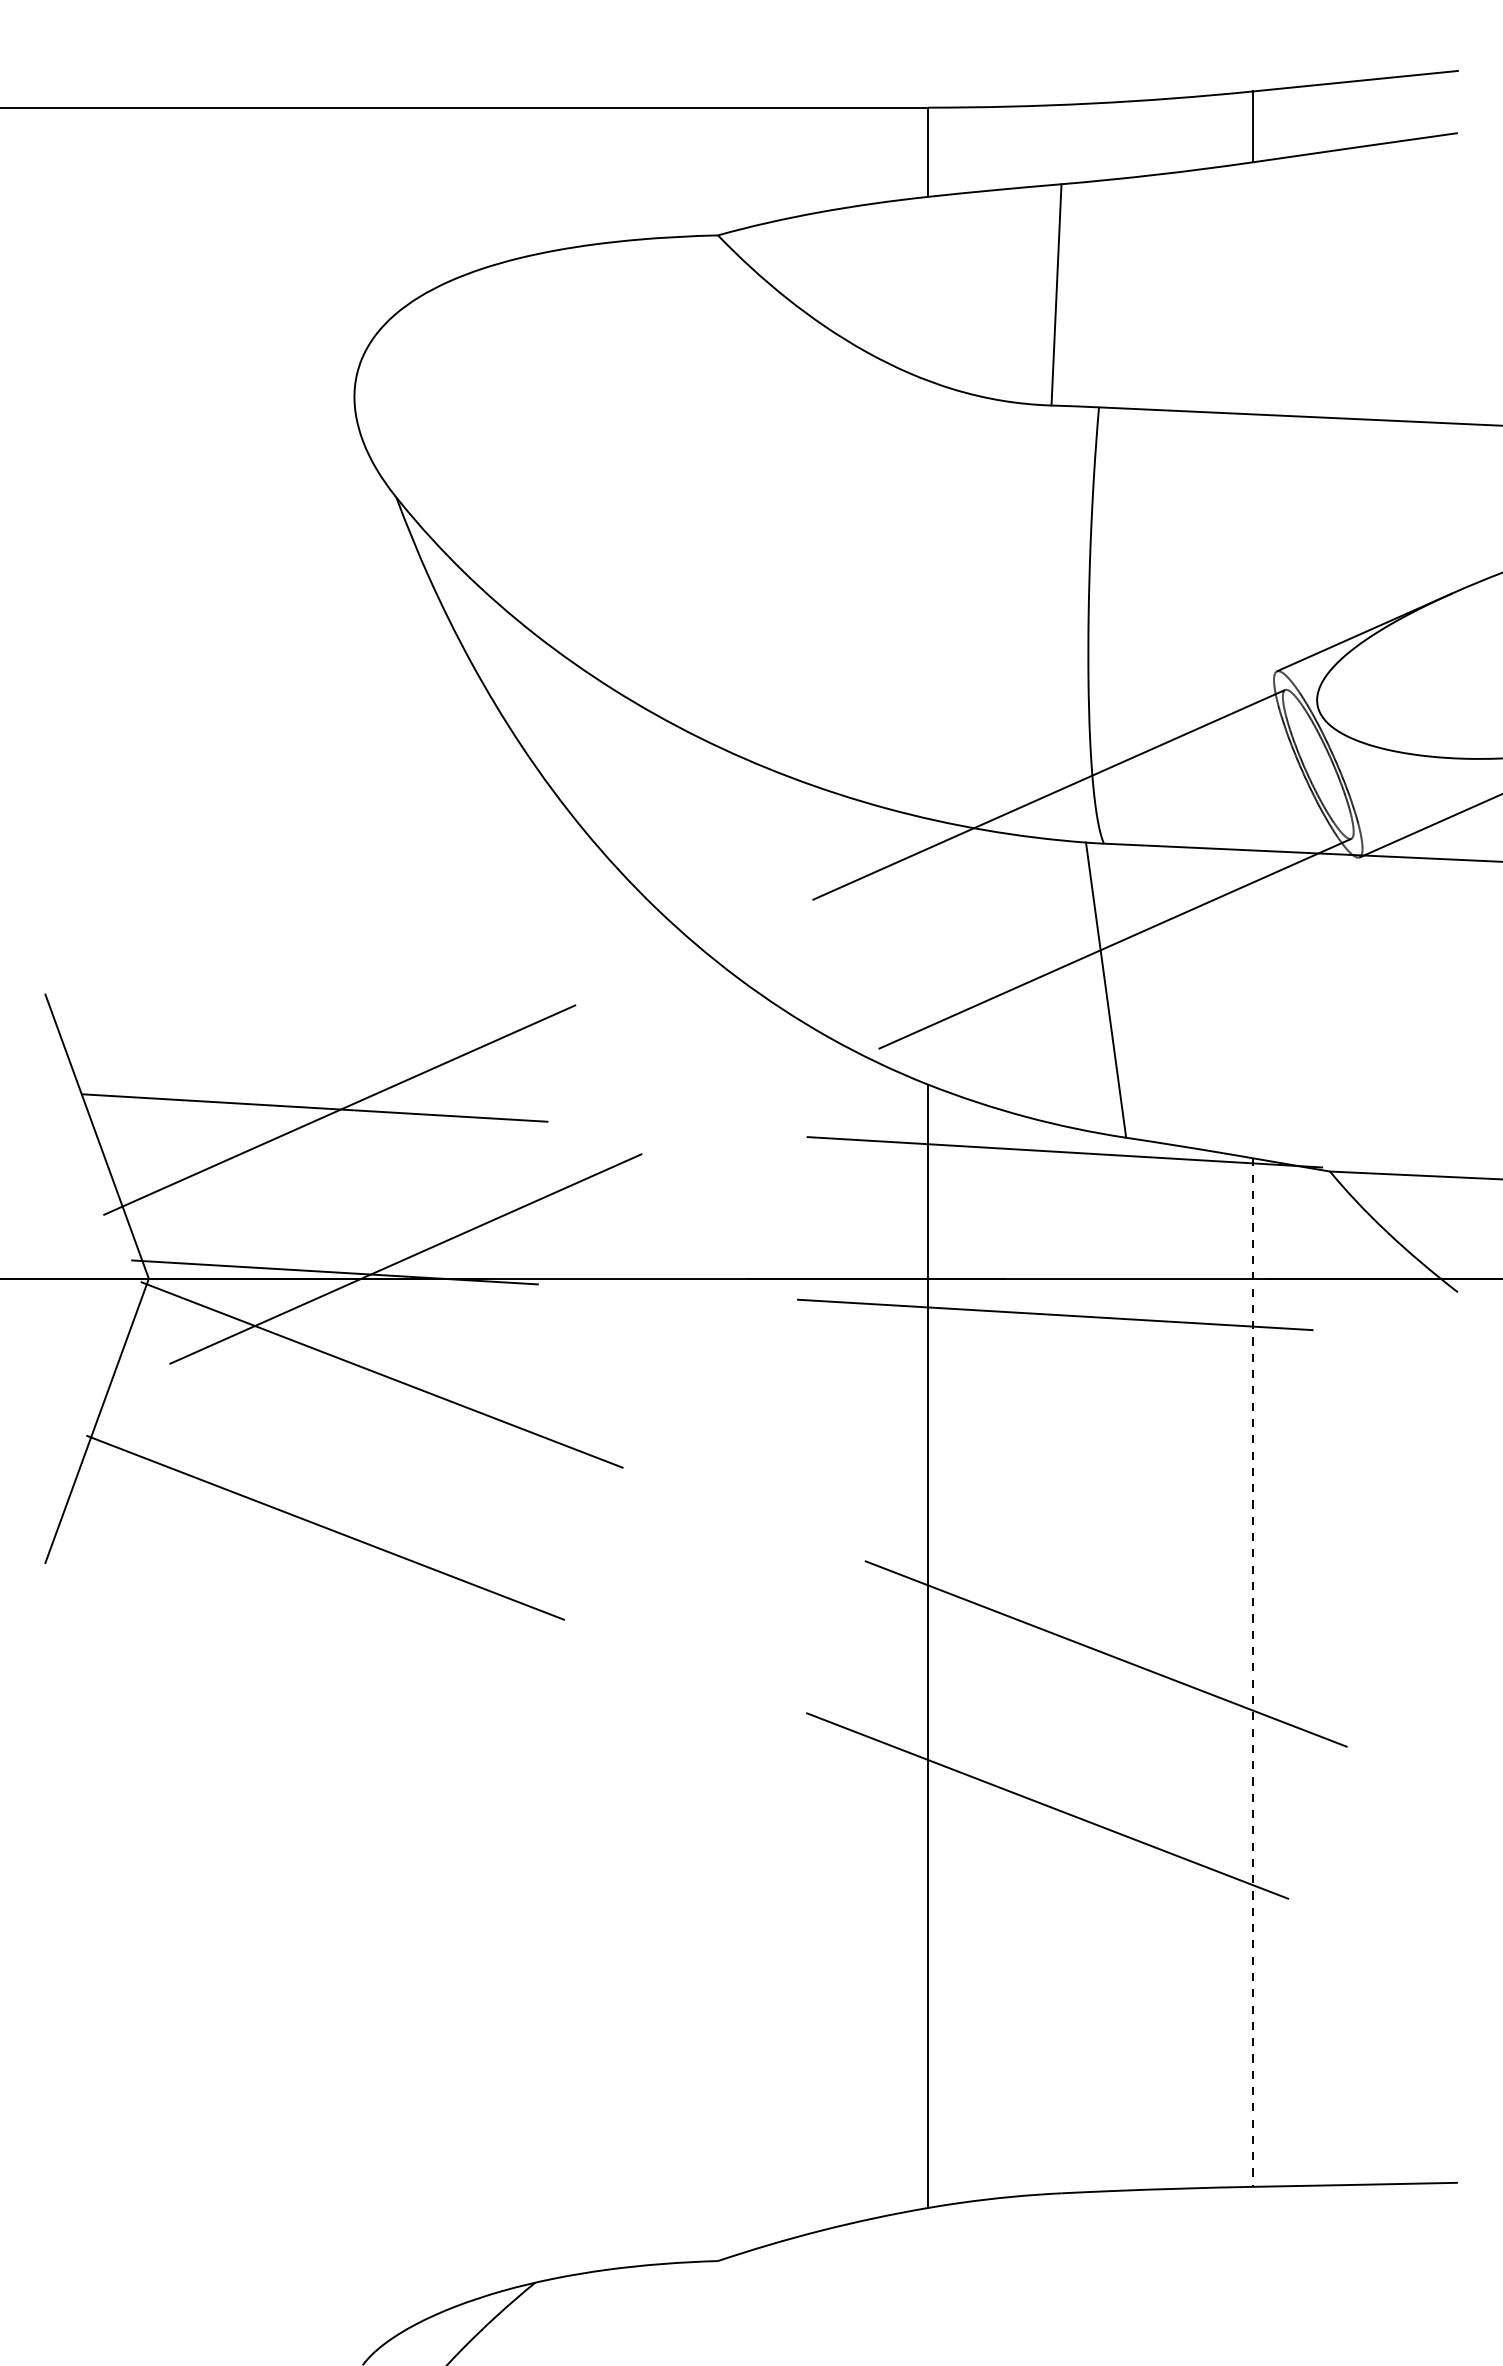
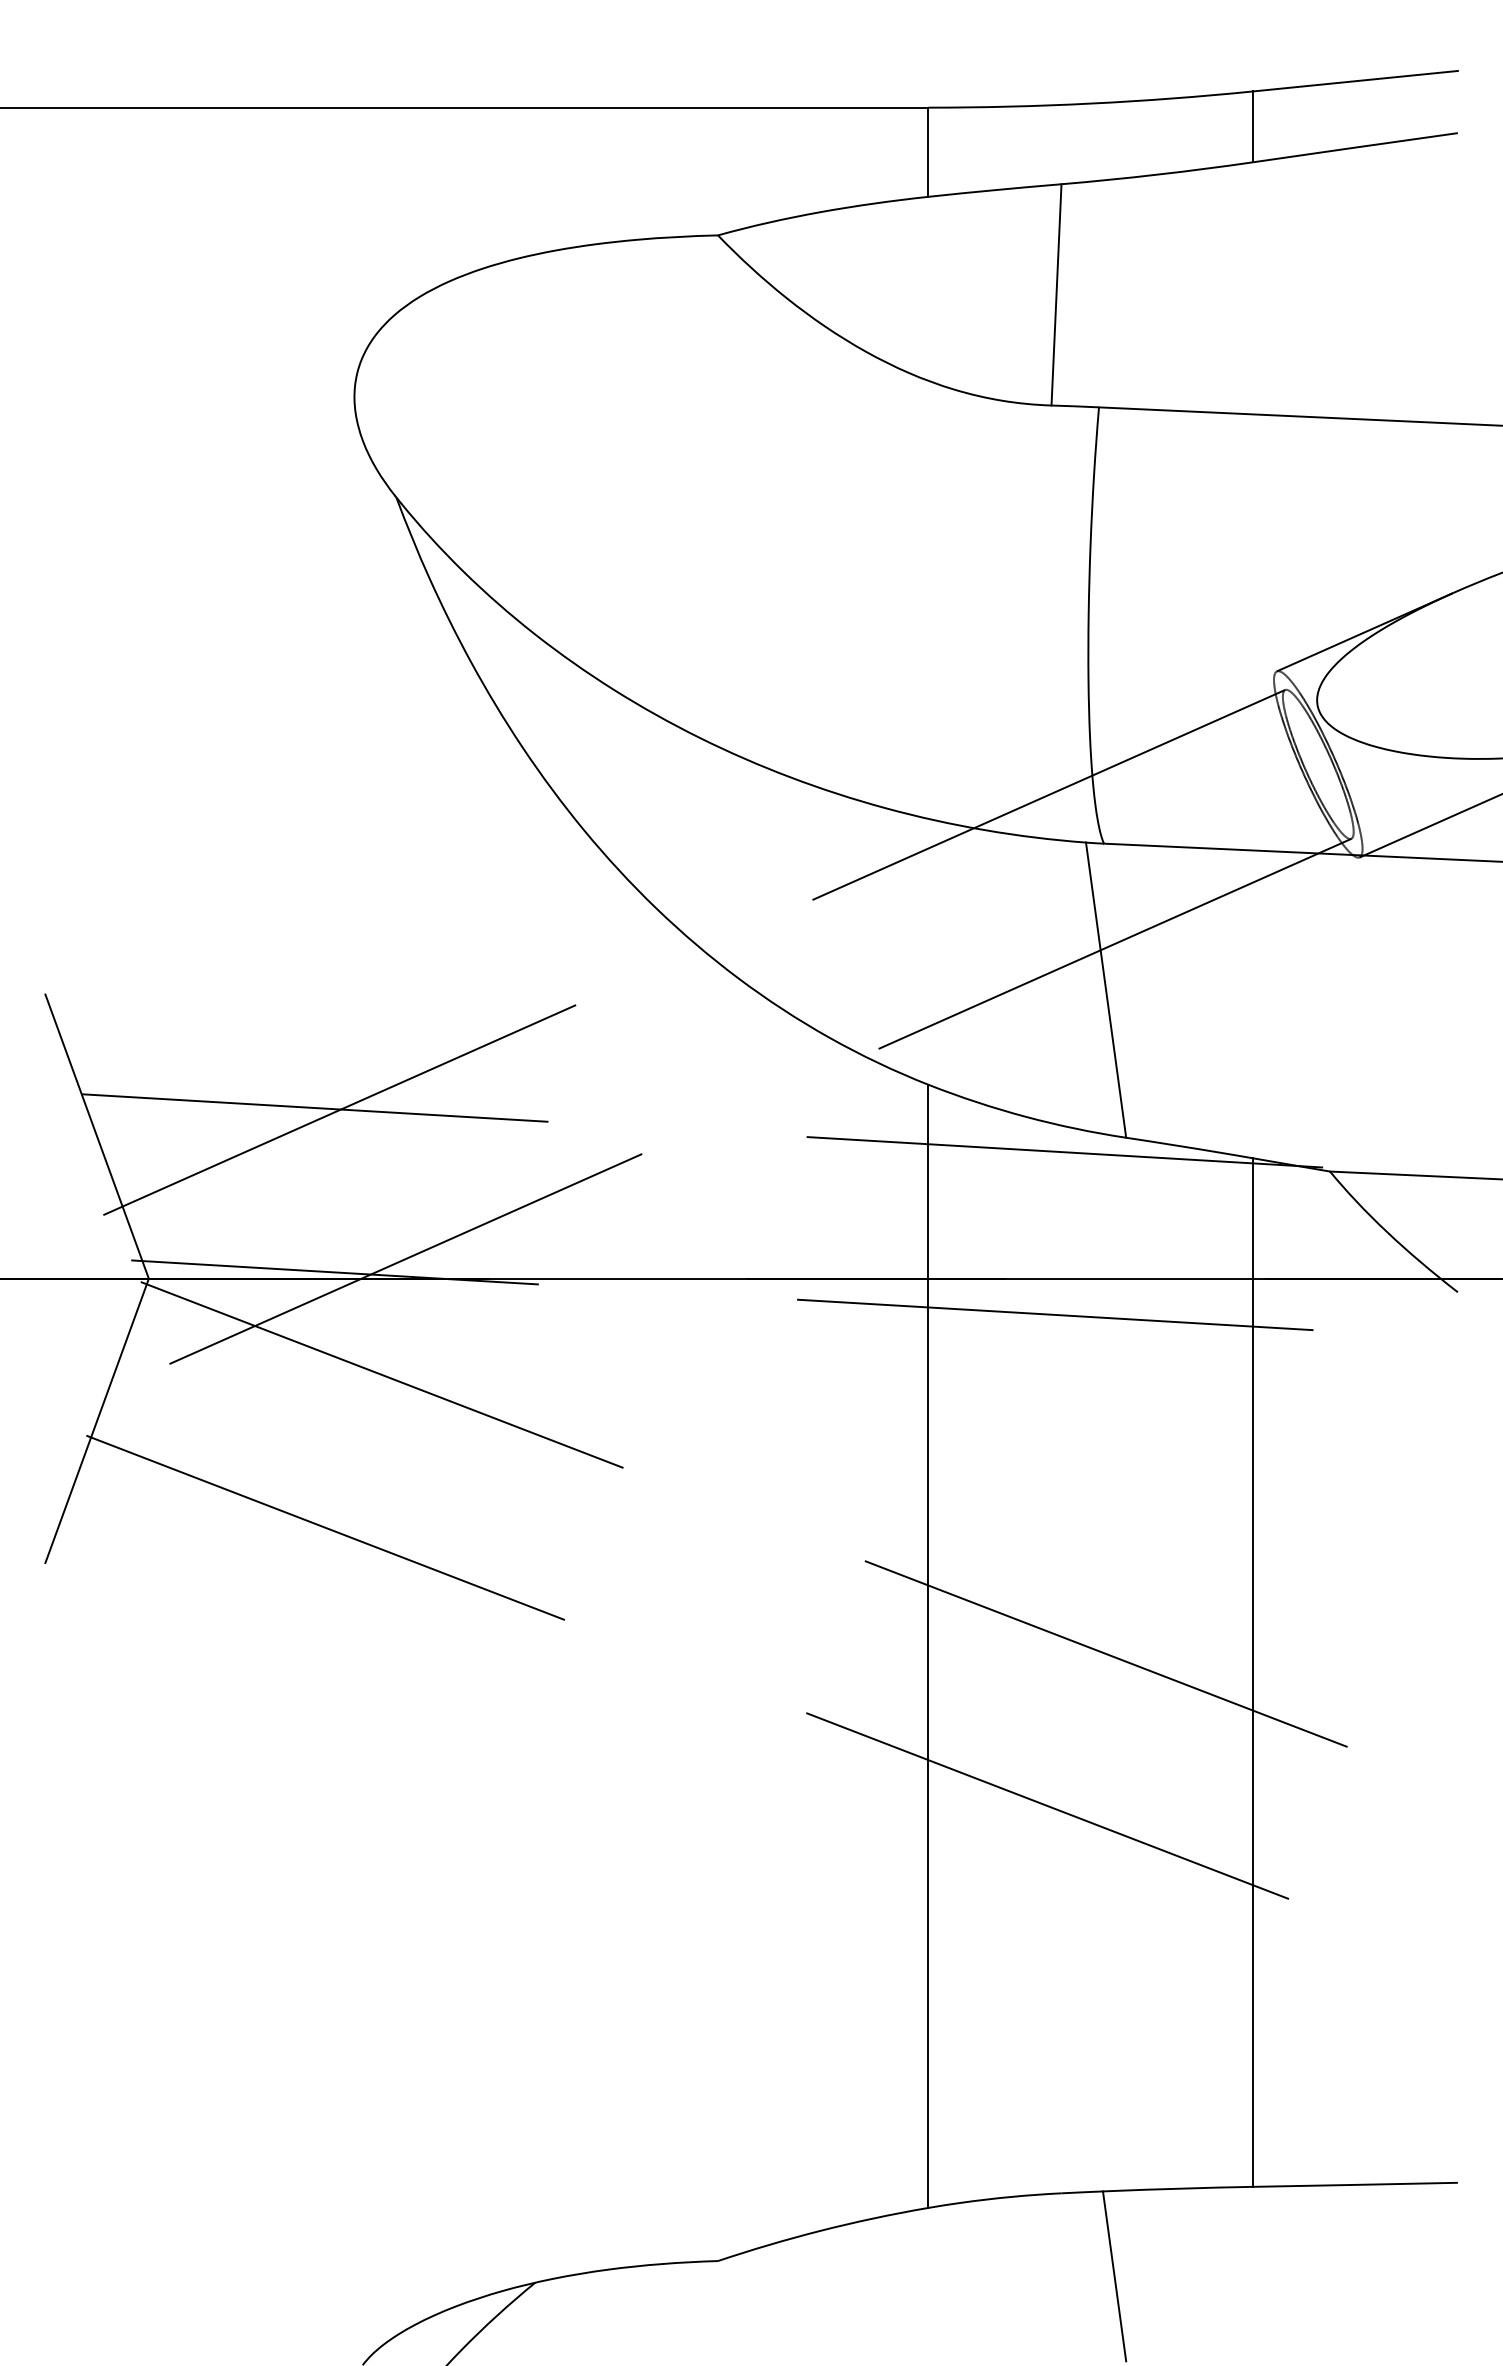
line at (1252, 1673): dashed -> solid
line at (1114, 2276): none -> present
